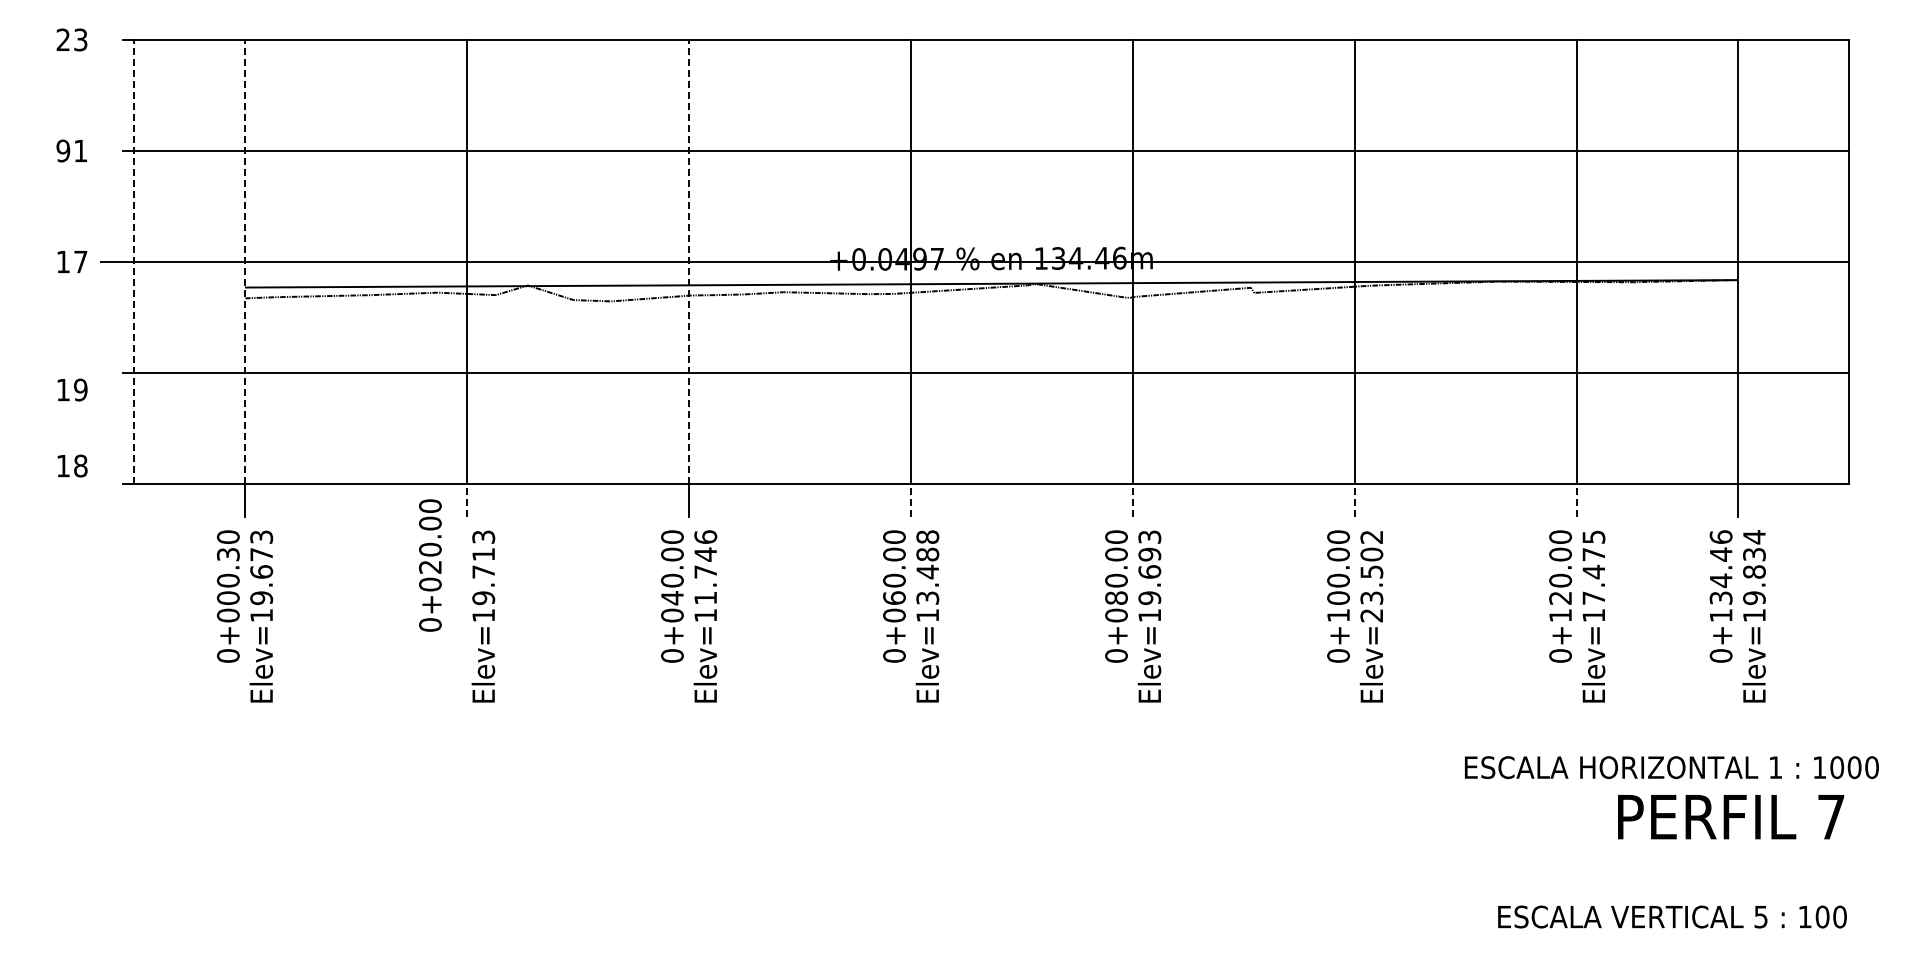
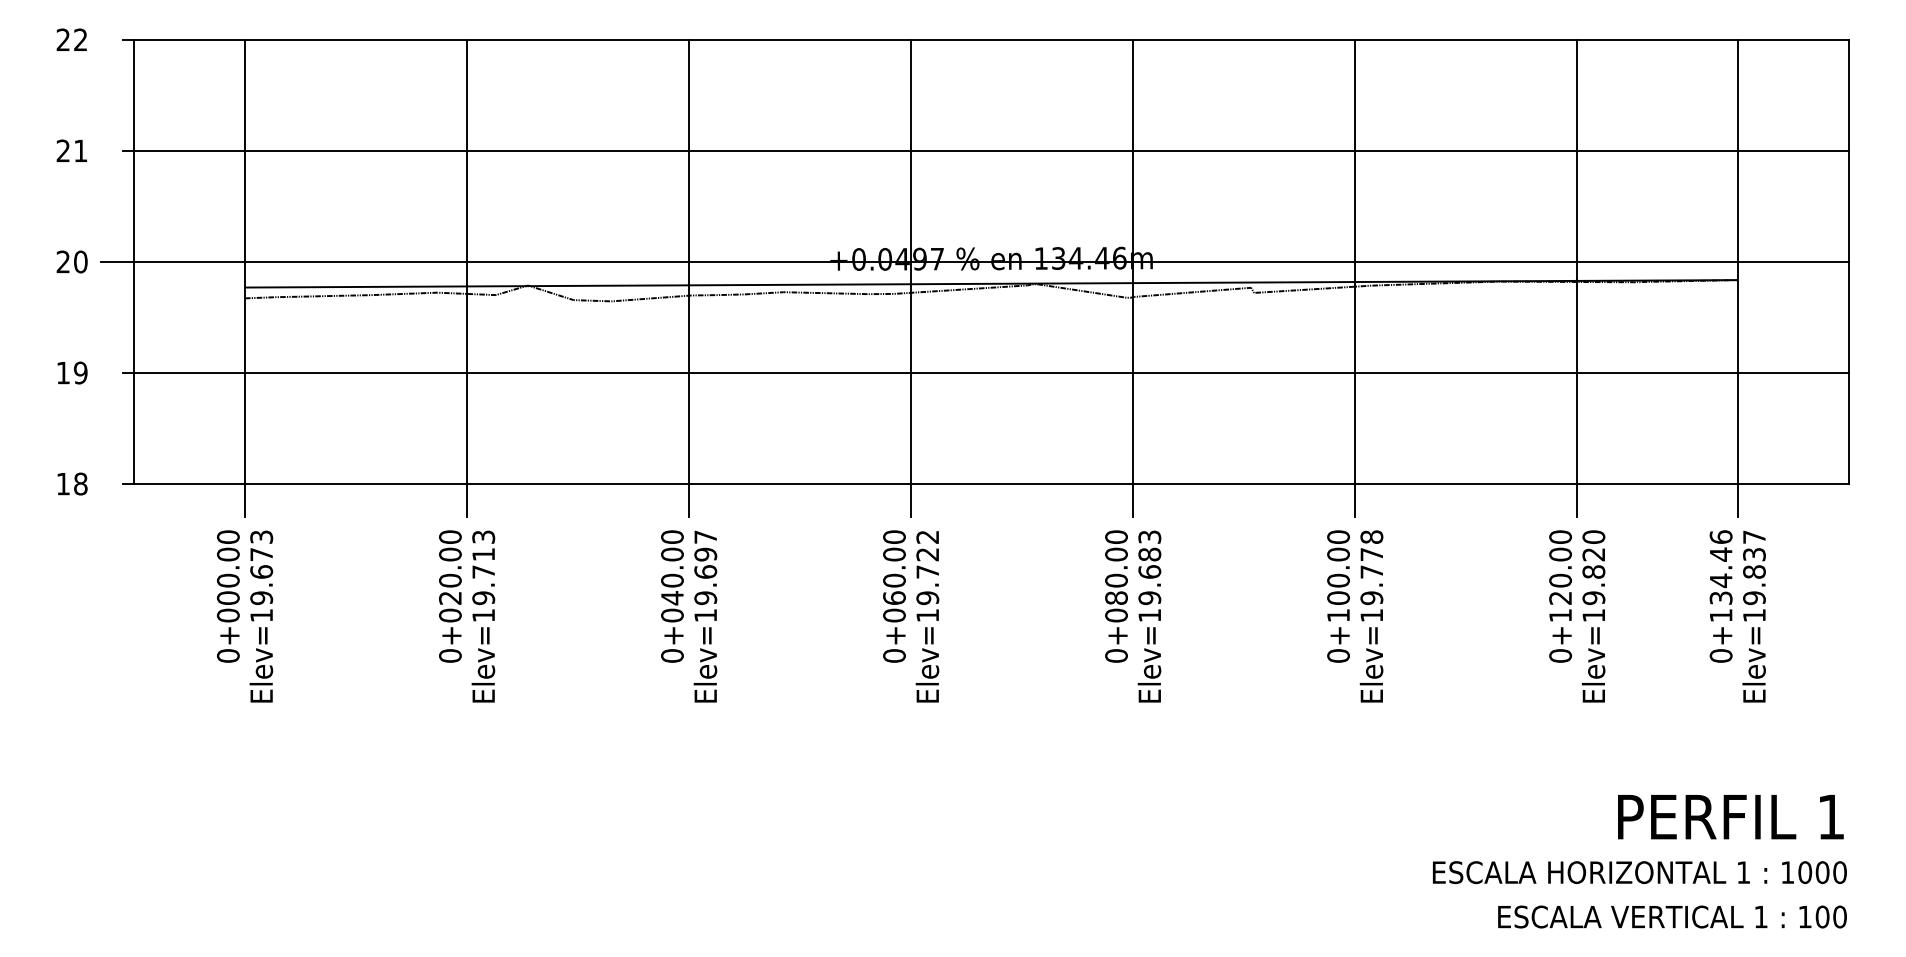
text at (80, 39): 23 -> 22
text at (63, 150): 91 -> 21
text at (71, 261): 17 -> 20
line at (134, 261): dashed -> solid
line at (245, 261): dashed -> solid
line at (689, 261): dashed -> solid
text at (72, 389) position: (72, 389) -> (72, 372)
text at (72, 465) position: (72, 465) -> (72, 483)
line at (467, 500): dashed -> solid
line at (911, 500): dashed -> solid
line at (1133, 500): dashed -> solid
line at (1355, 500): dashed -> solid
line at (1577, 500): dashed -> solid
text at (1754, 537): Elev=19.834 -> Elev=19.837
text at (228, 554): 0+000.30 -> 0+000.00
text at (1149, 554): Elev=19.693 -> Elev=19.683
text at (430, 565) position: (430, 565) -> (450, 596)
text at (705, 567): Elev=11.746 -> Elev=19.697
text at (927, 567): Elev=13.488 -> Elev=19.722
text at (1593, 567): Elev=17.475 -> Elev=19.820
text at (1371, 576): Elev=23.502 -> Elev=19.778
text at (1671, 767) position: (1671, 767) -> (1639, 872)
text at (1831, 817): 7 -> 1
text at (1760, 917): 5 -> 1
